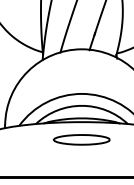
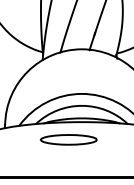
part at (81, 139) position: (81, 139) -> (68, 139)
